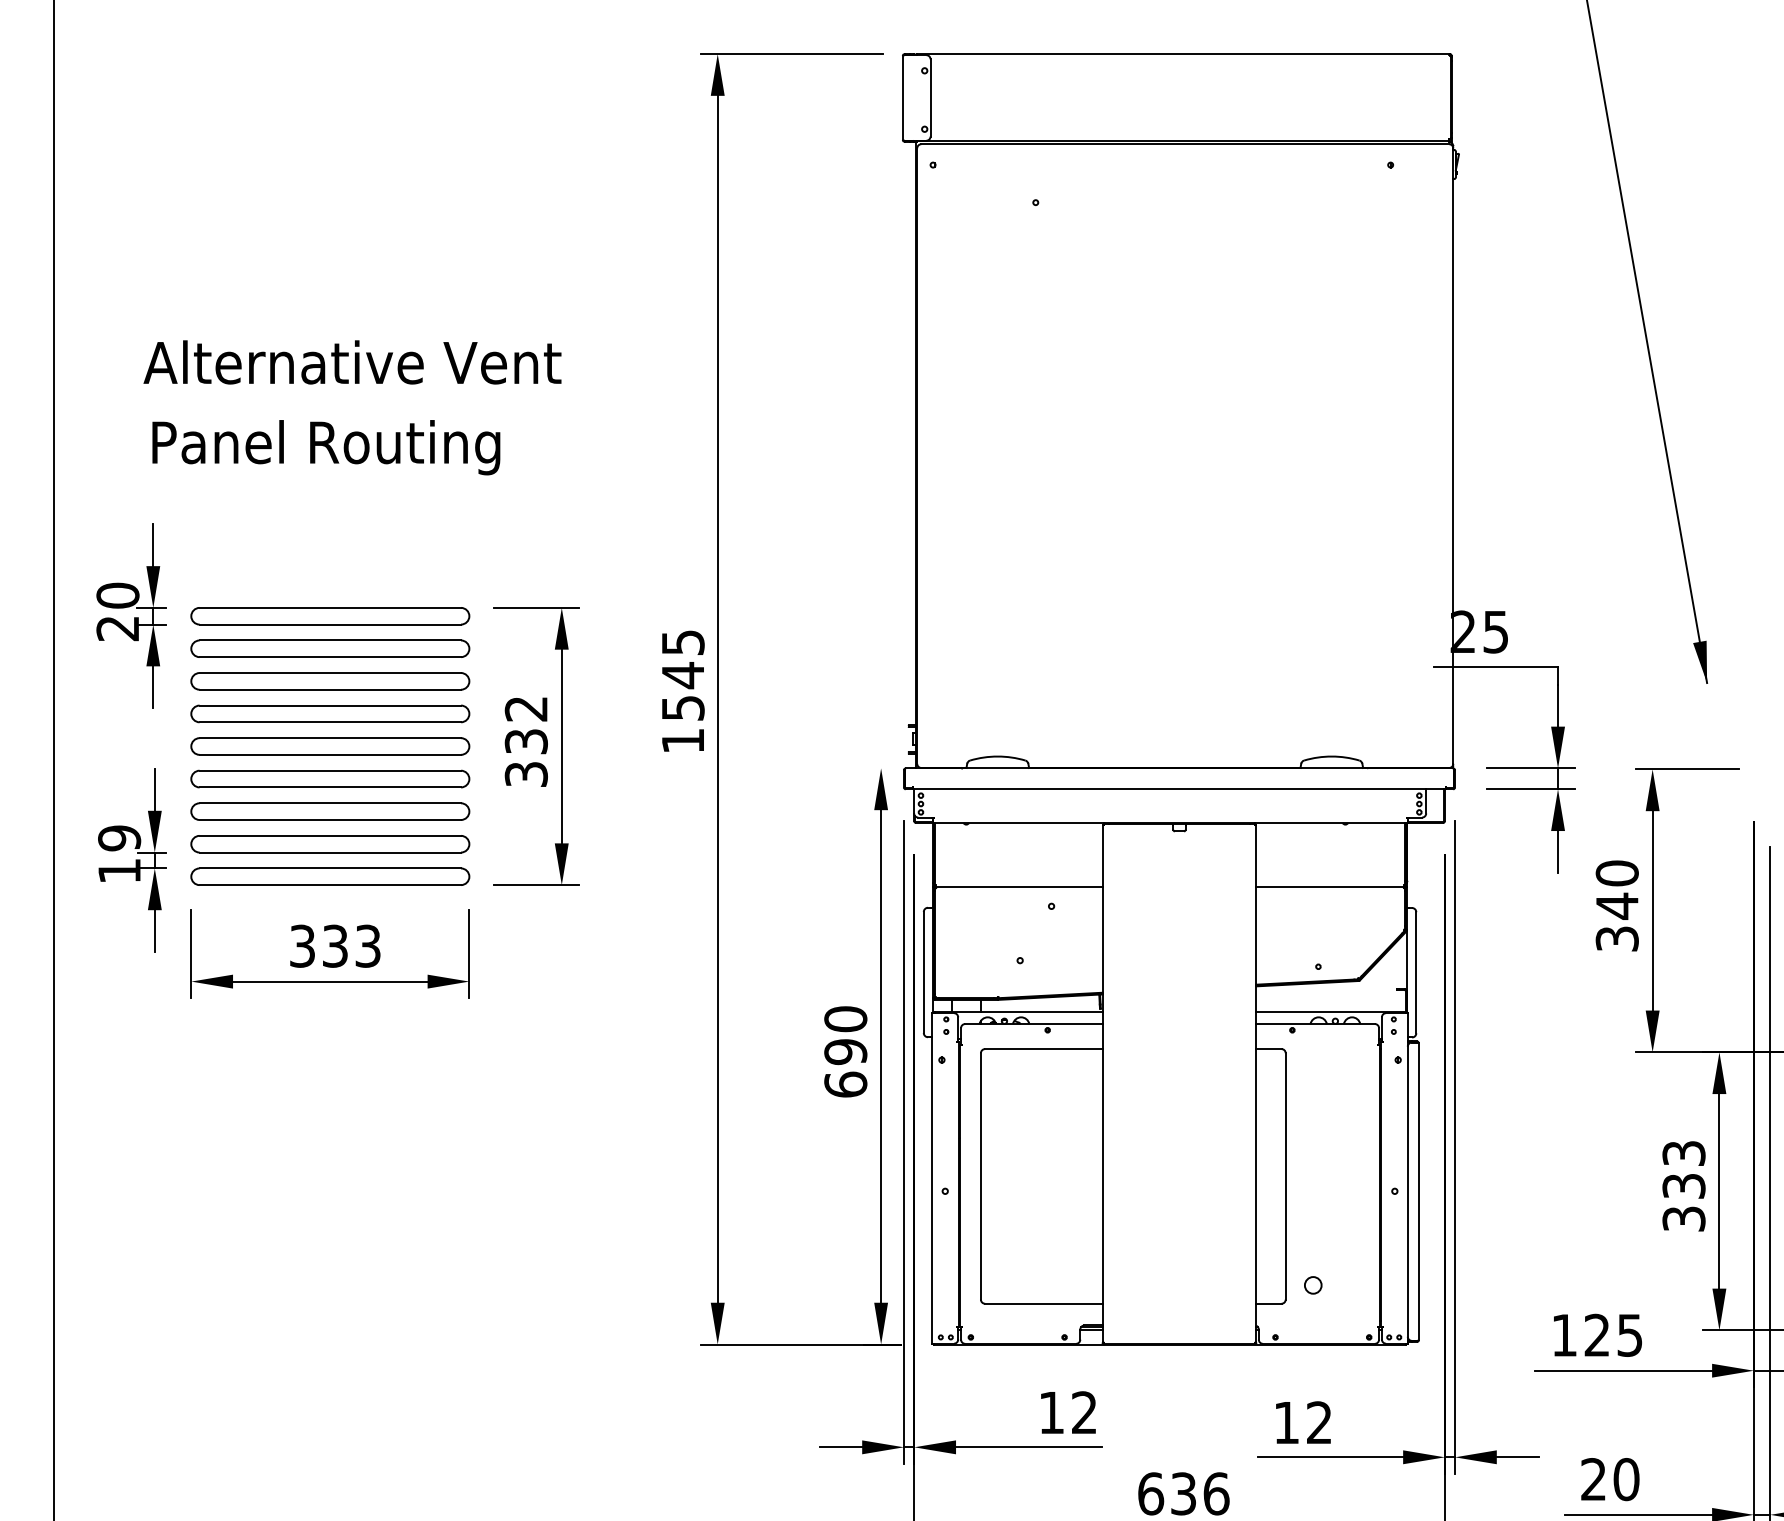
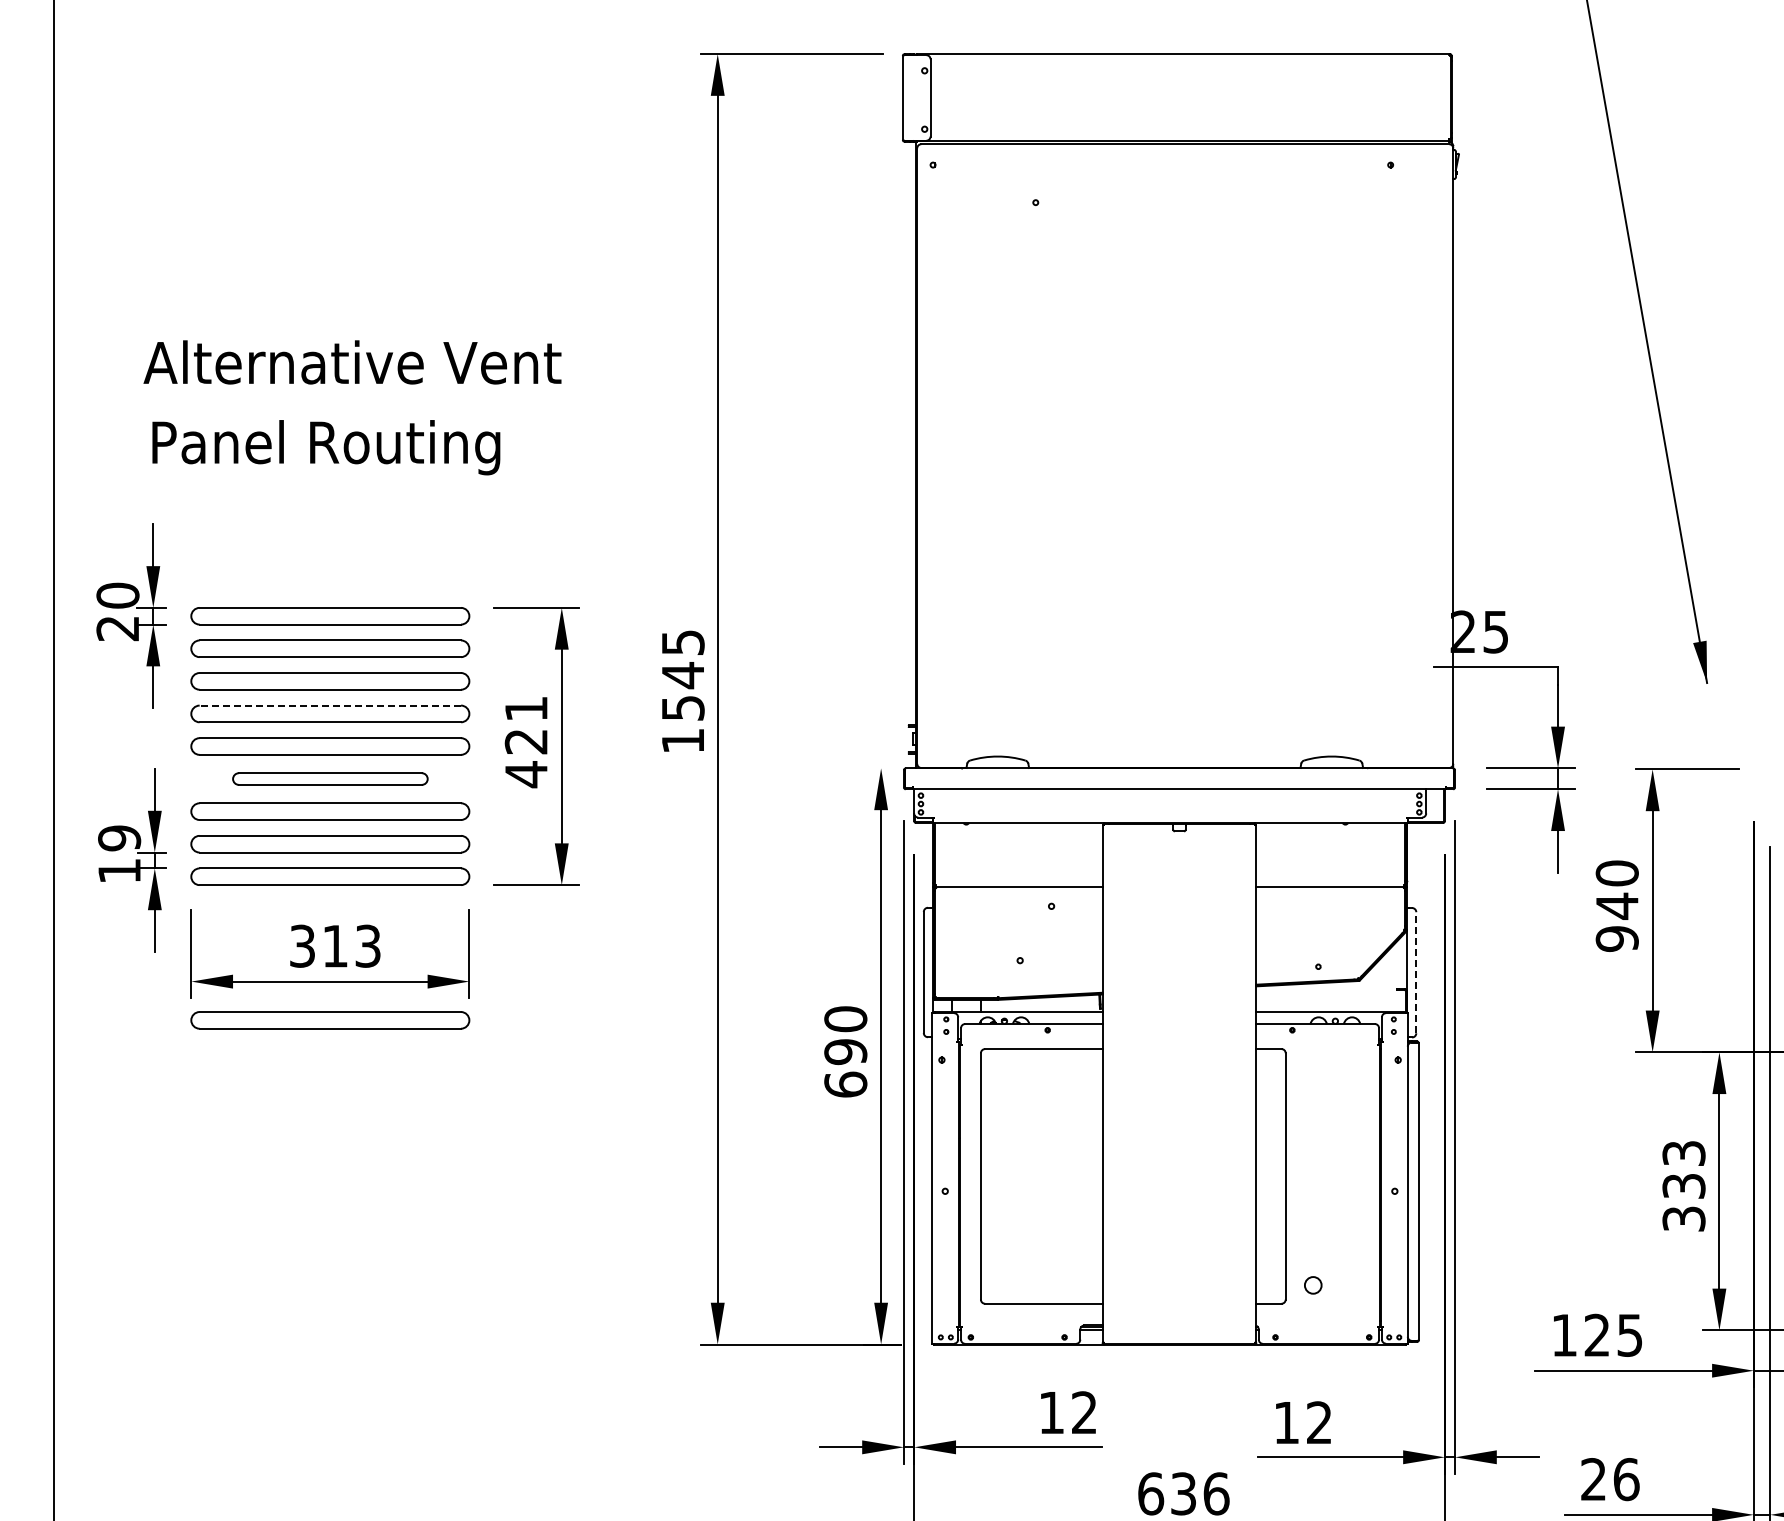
line at (330, 705): solid -> dashed
text at (525, 742): 332 -> 421
part at (330, 778) size: 281x20 px -> 197x14 px
text at (1616, 939): 340 -> 940
text at (335, 945): 333 -> 313
line at (1416, 972): solid -> dashed
part at (330, 1020): none -> present
text at (1626, 1479): 20 -> 26
